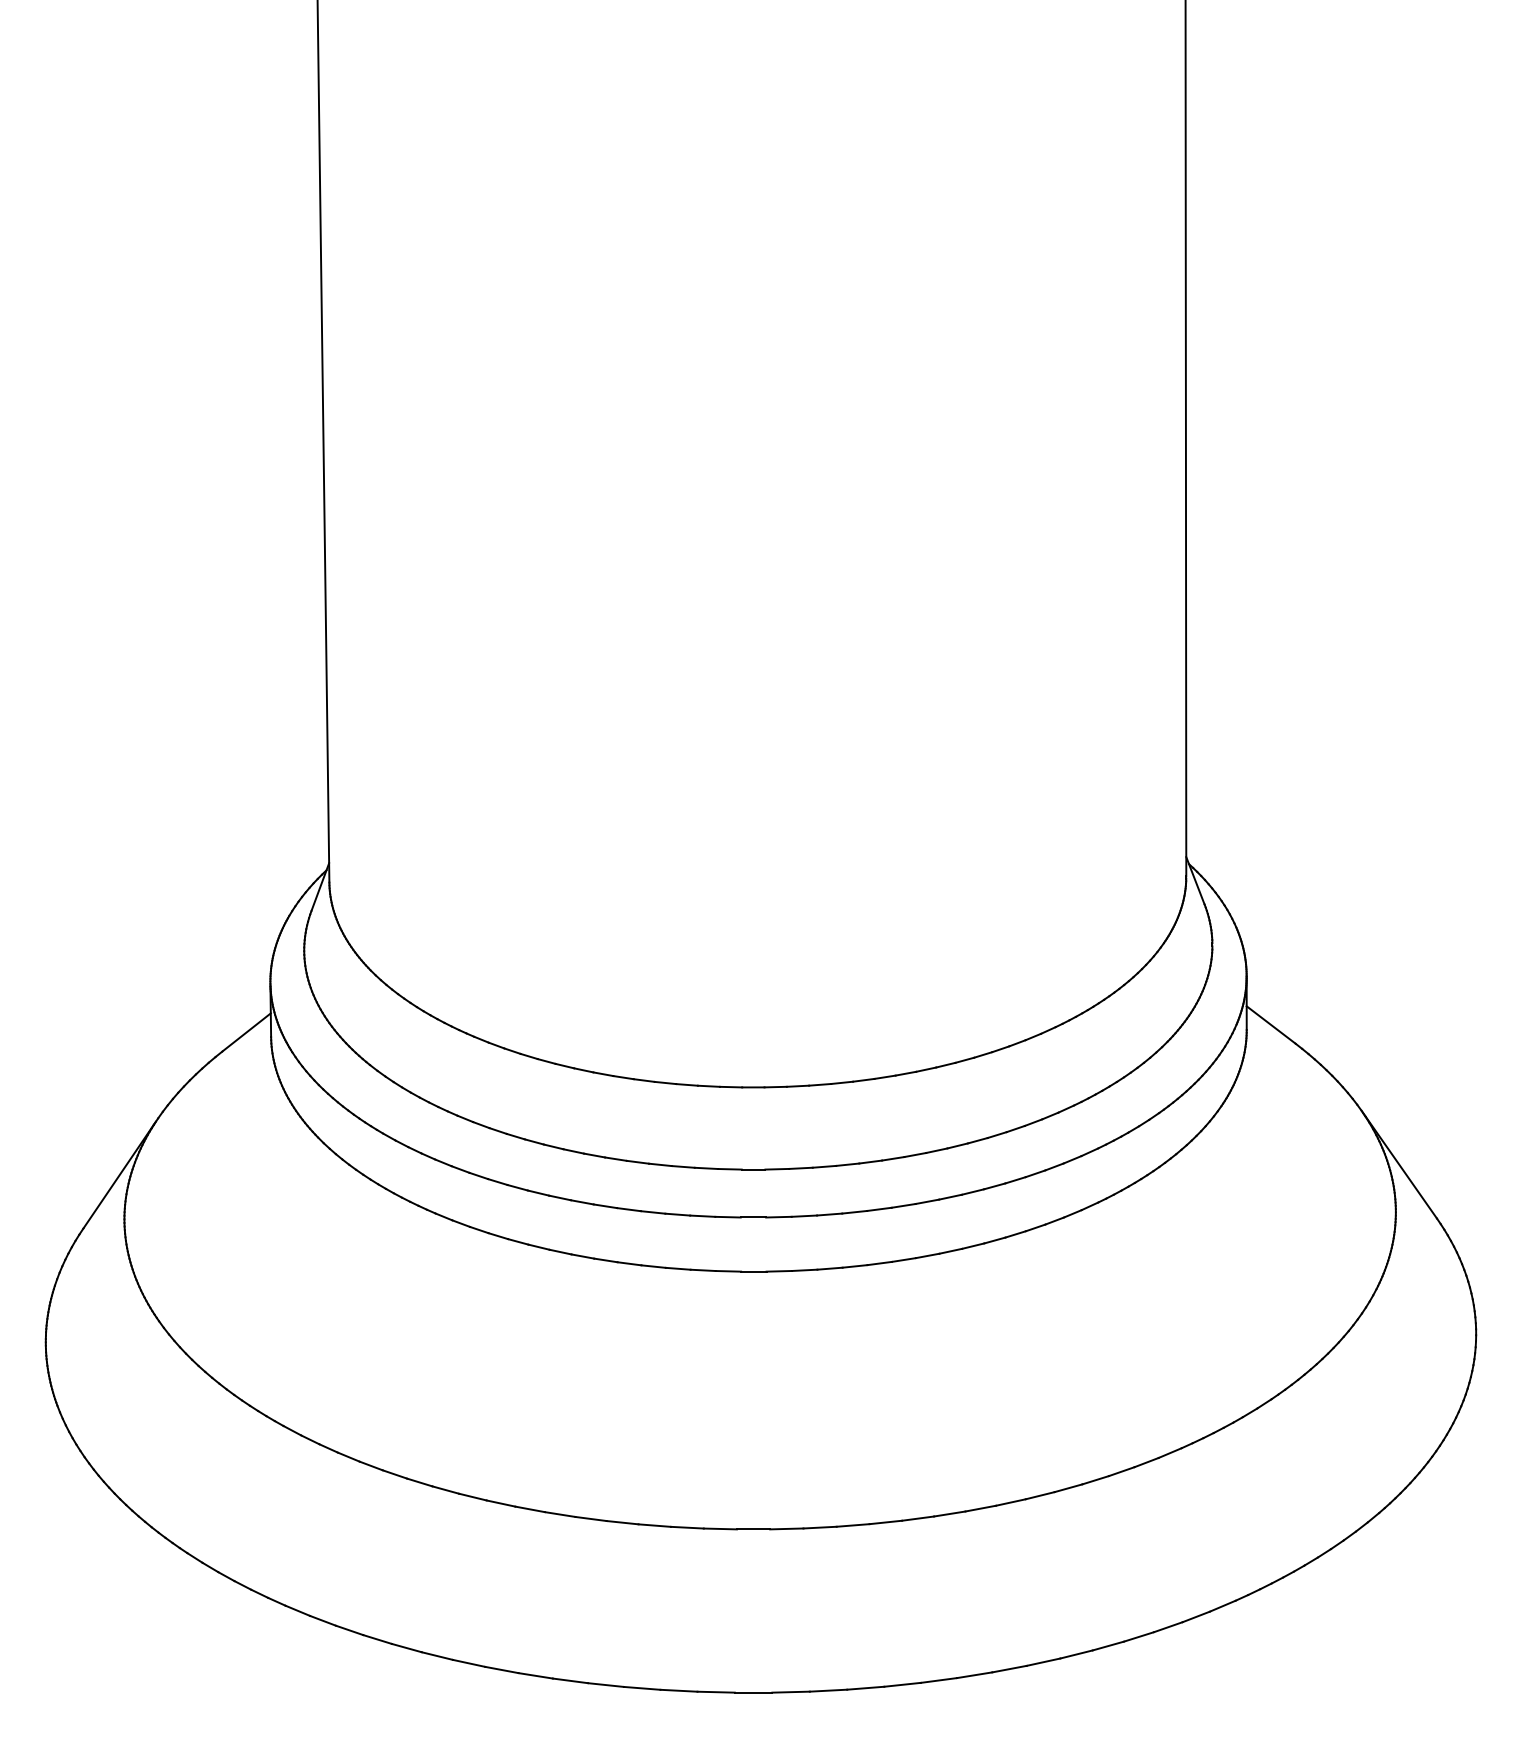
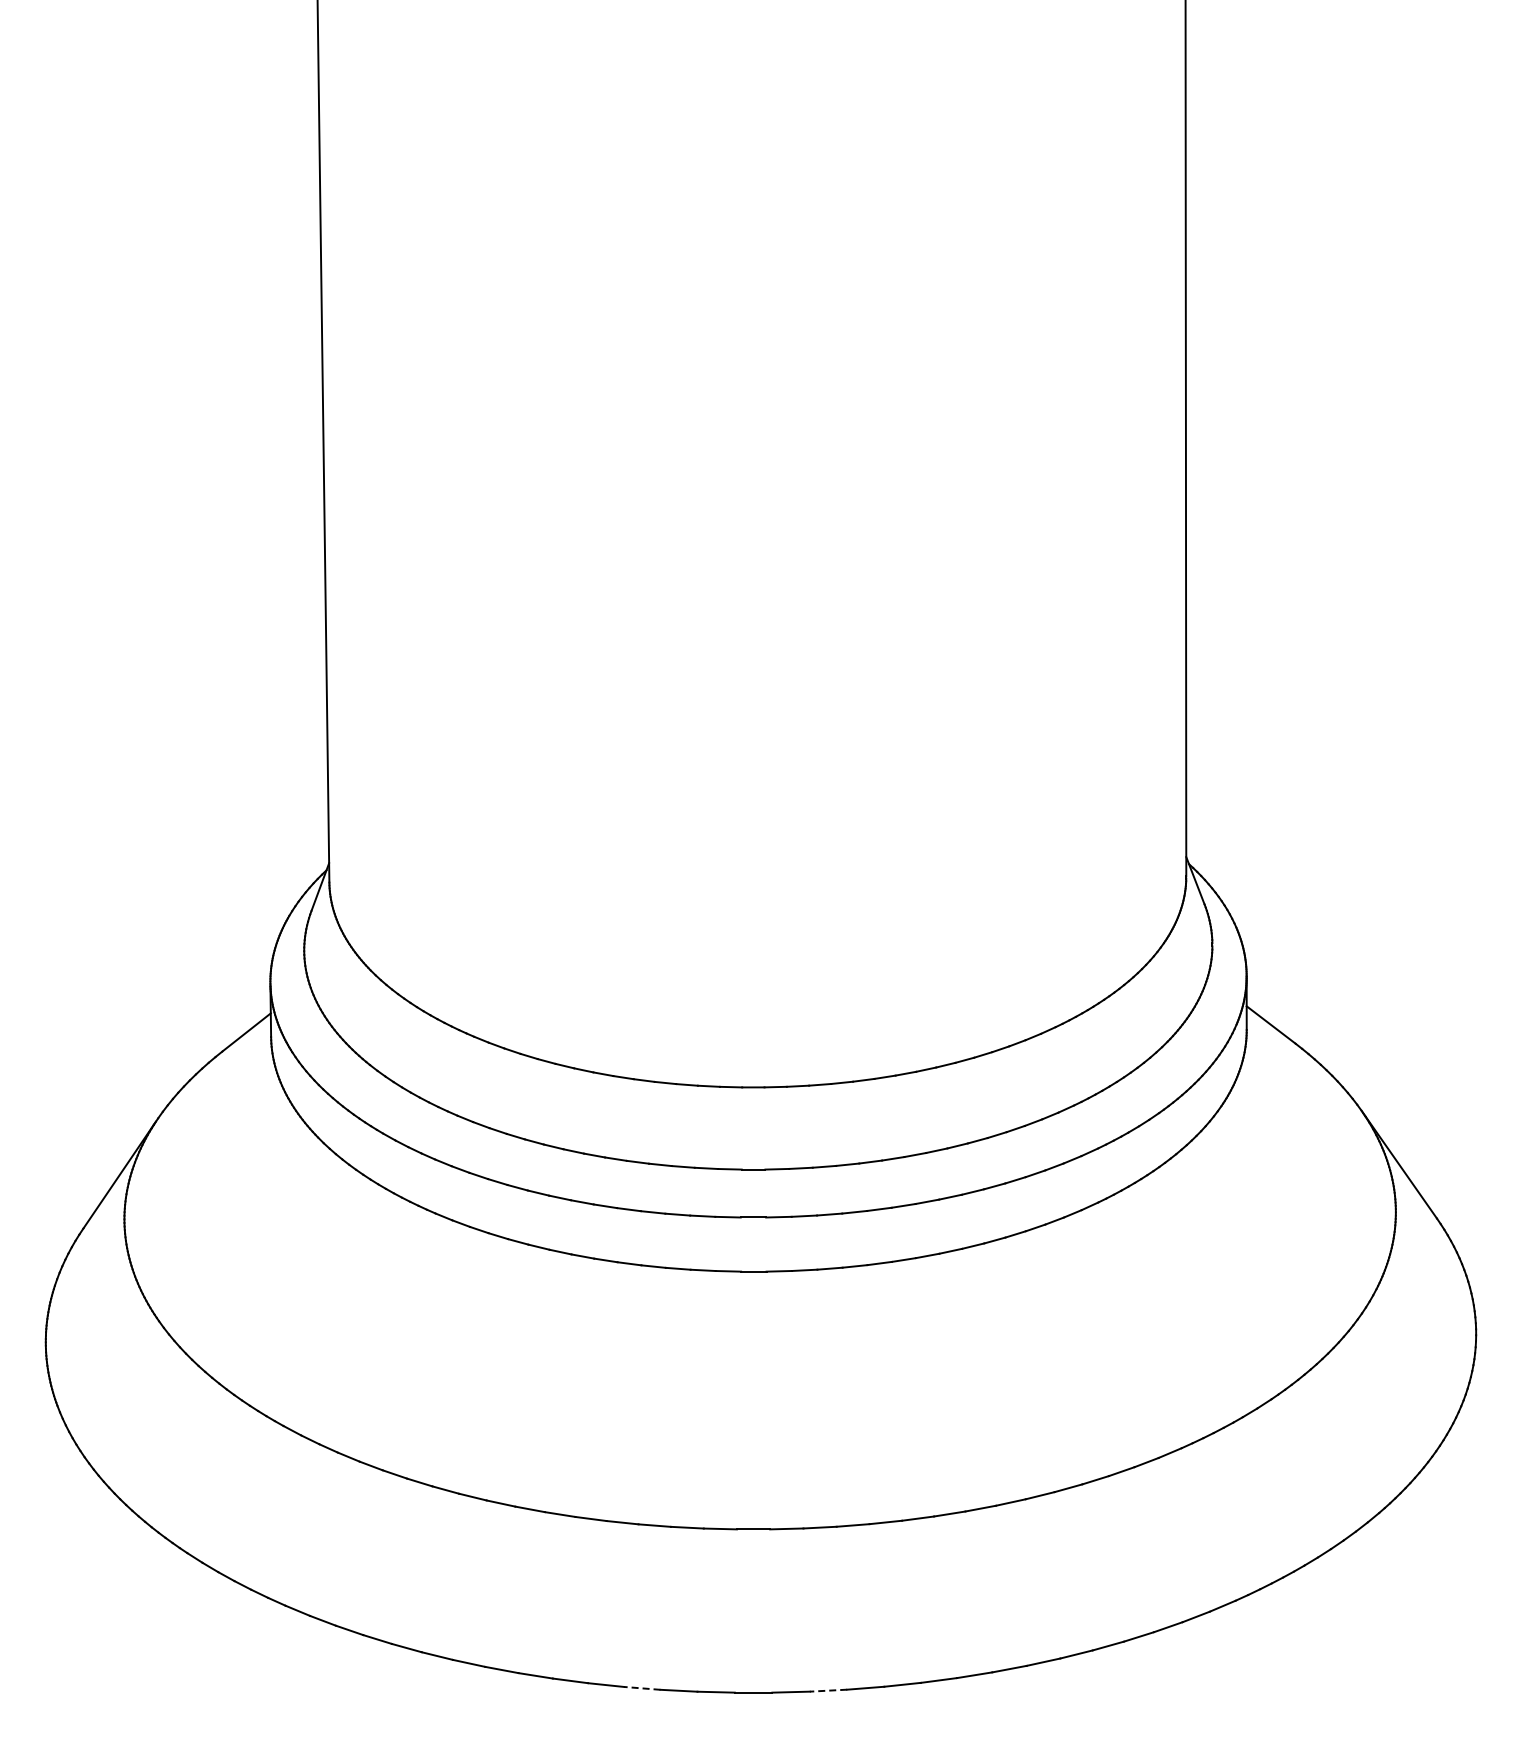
line at (641, 1688): solid -> dashed
line at (828, 1690): solid -> dashed
